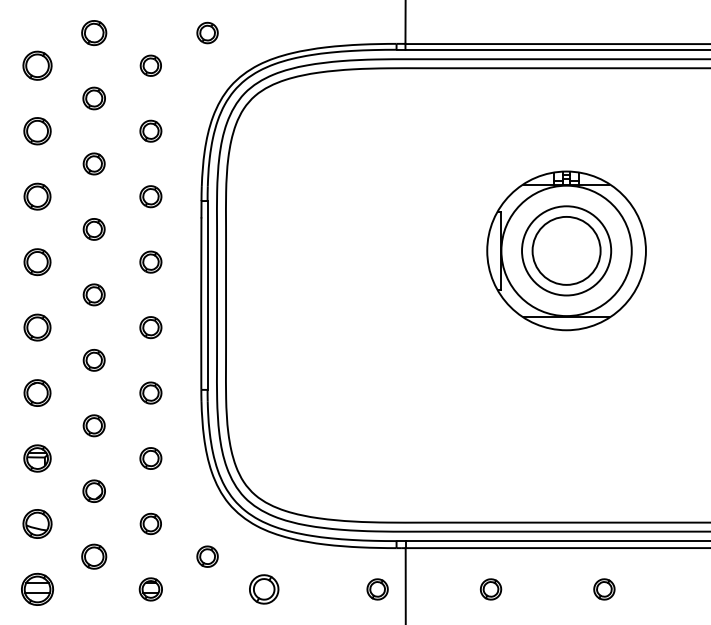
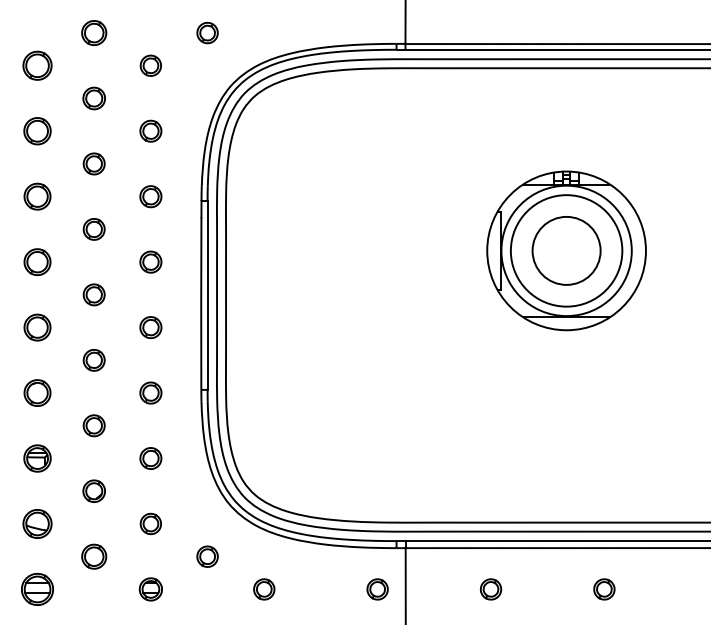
circle at (566, 250) diameter: 89 px -> 111 px
part at (264, 589) size: 31x31 px -> 23x23 px
